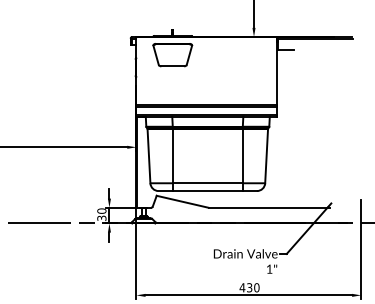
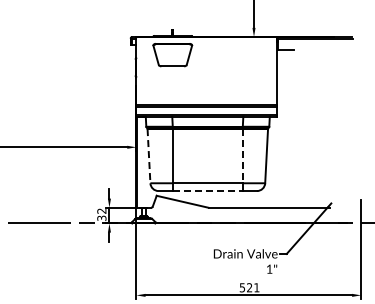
line at (149, 156): solid -> dashed
line at (242, 156): solid -> dashed
line at (208, 191): solid -> dashed
text at (101, 210): 30 -> 32
text at (249, 287): 430 -> 521
